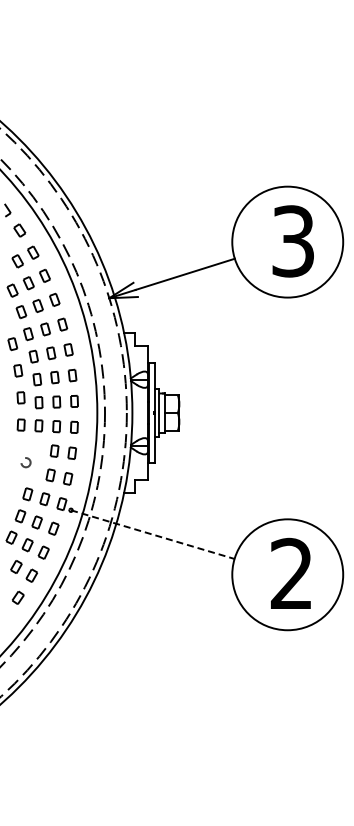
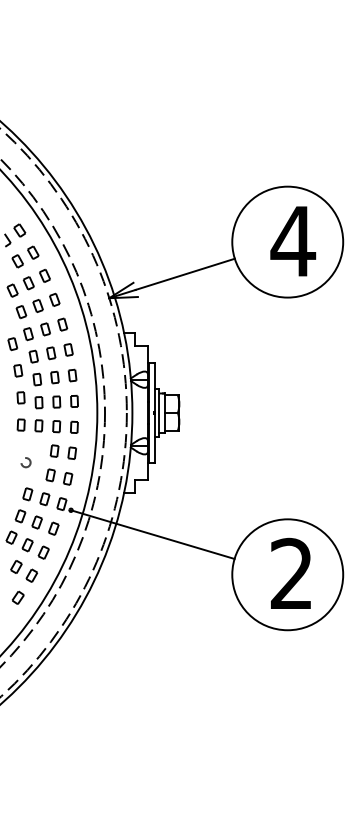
part at (7, 210) position: (7, 210) -> (7, 240)
text at (293, 241): 3 -> 4
line at (153, 534): dashed -> solid
